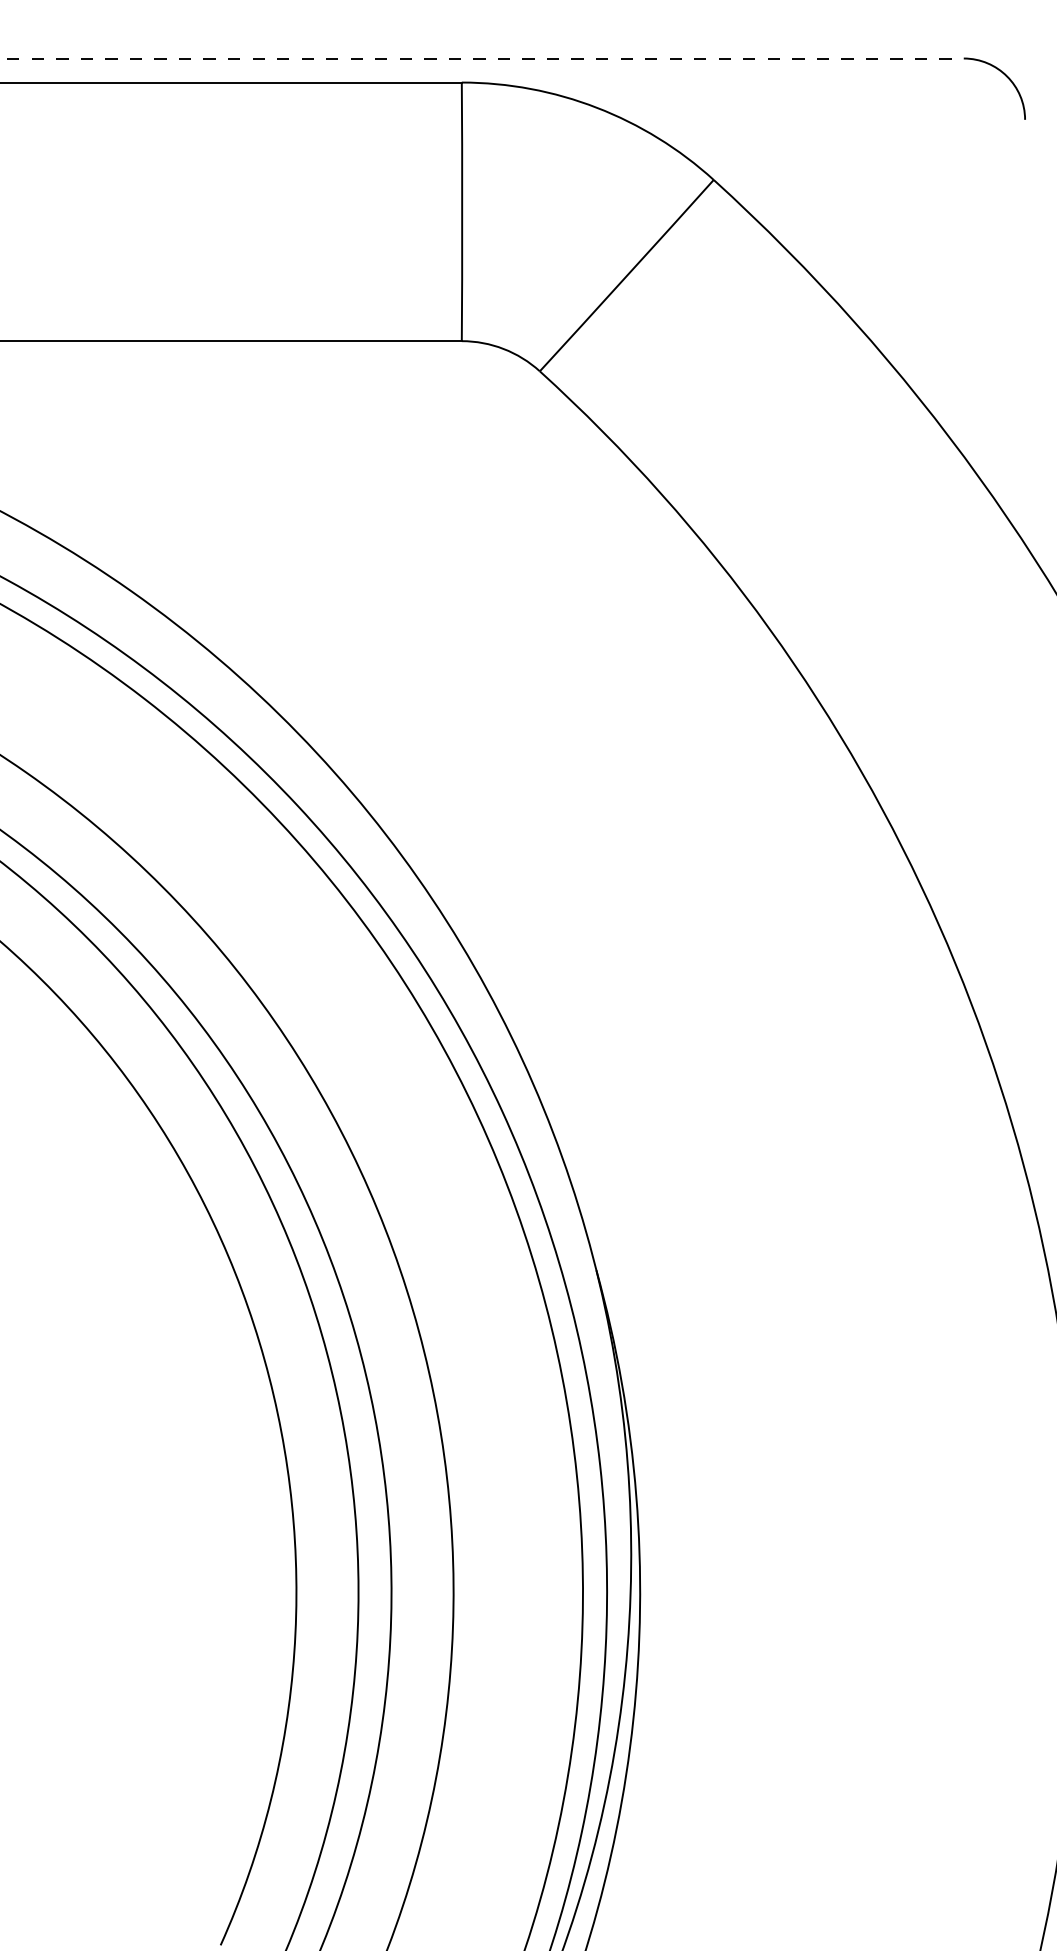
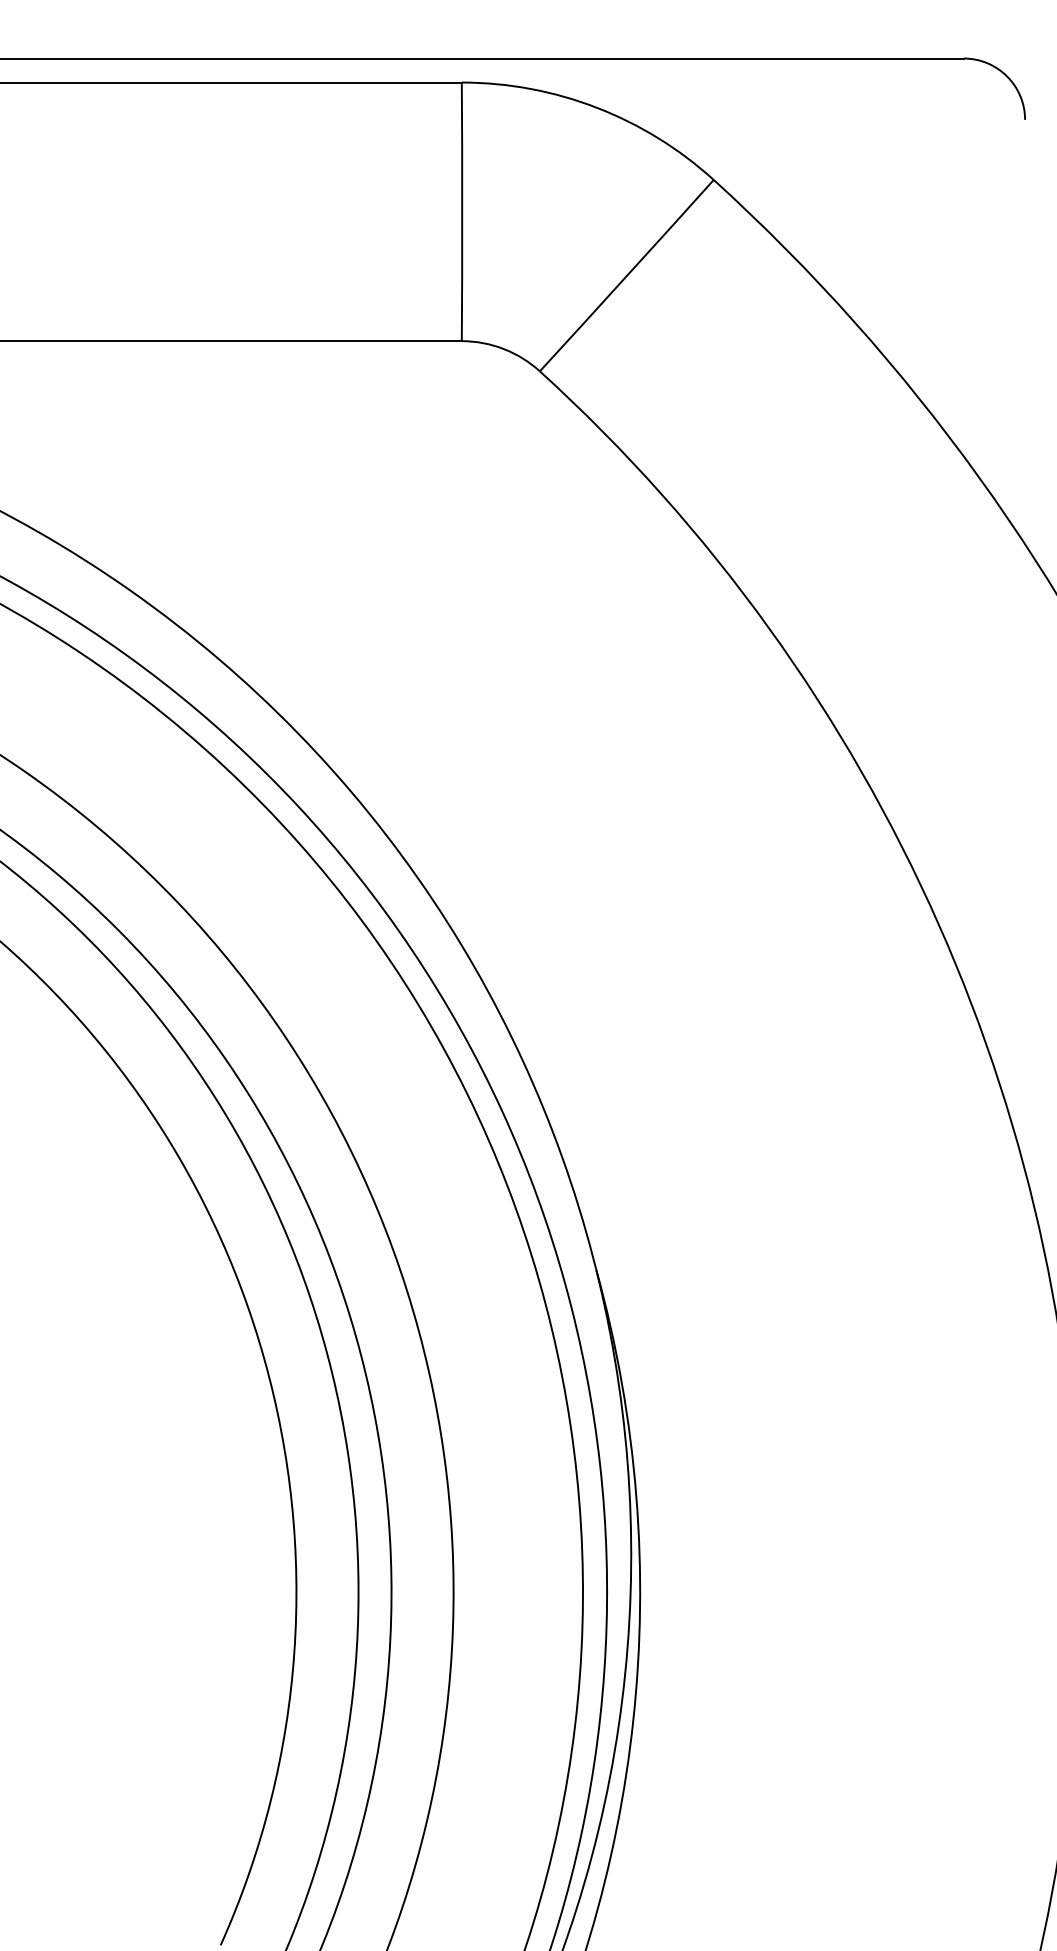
line at (482, 58): dashed -> solid
